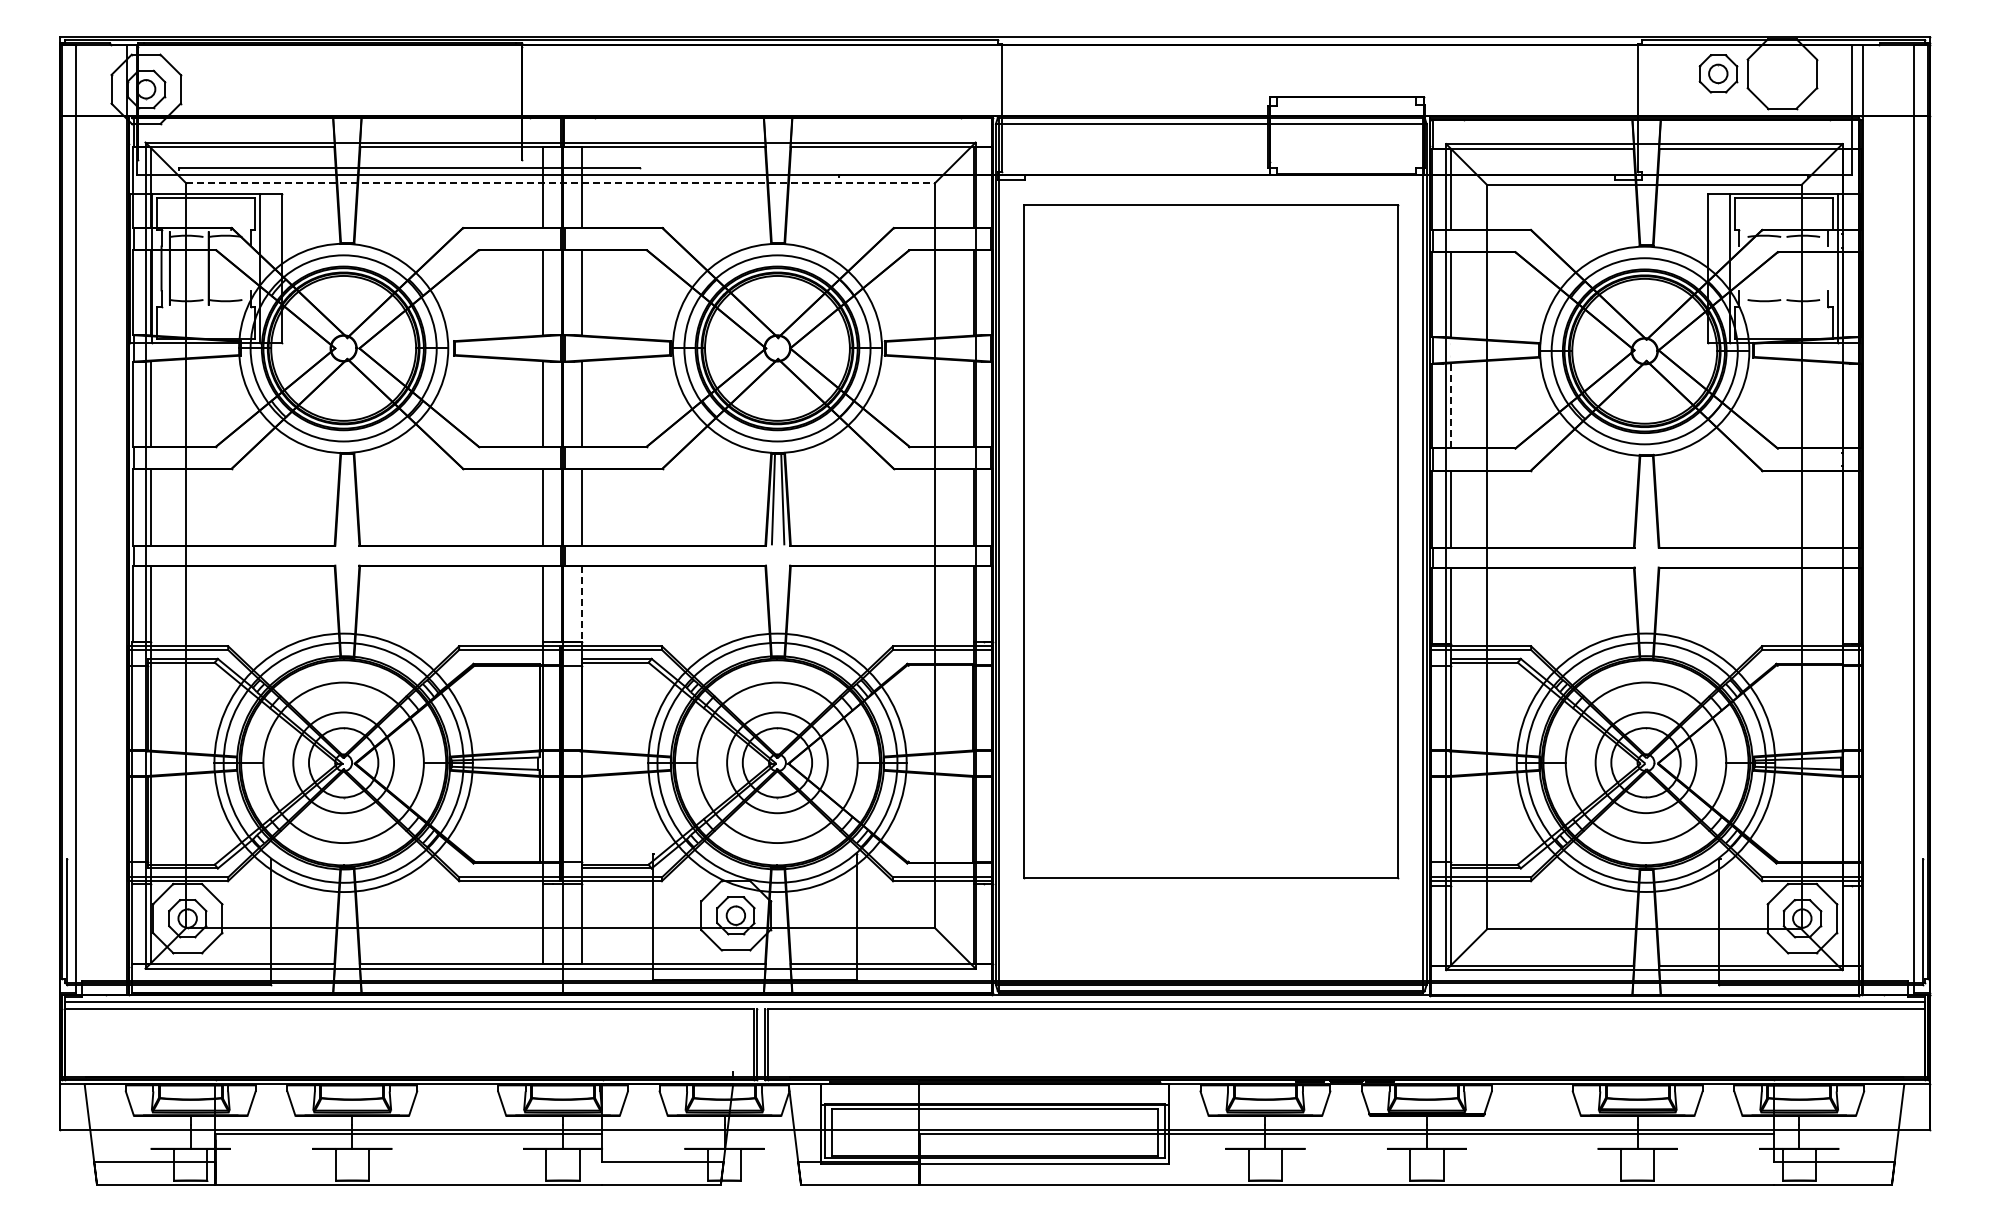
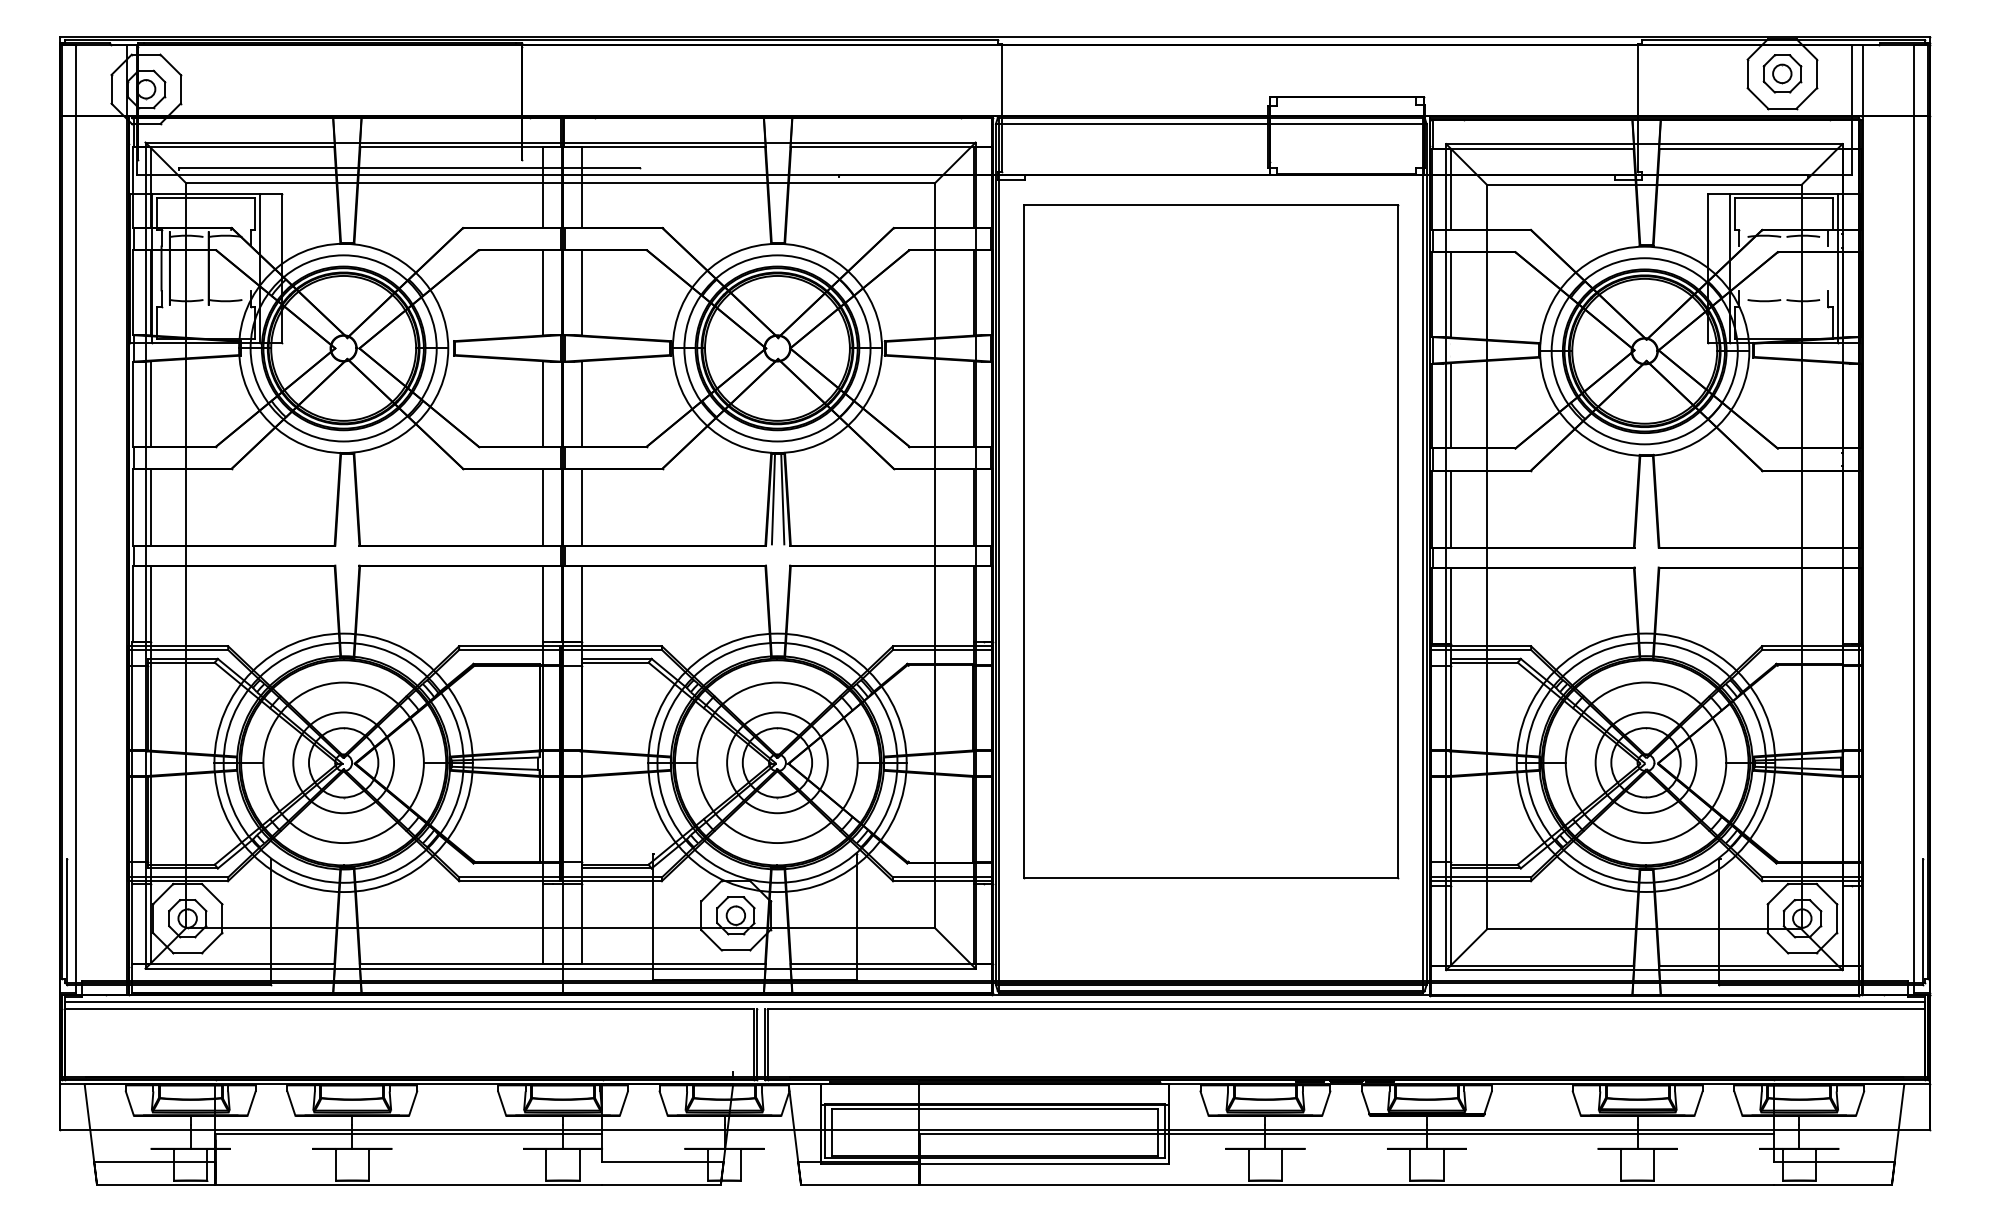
part at (1718, 73) position: (1718, 73) -> (1782, 73)
line at (561, 183): dashed -> solid
line at (1450, 405): dashed -> solid
line at (582, 604): dashed -> solid
